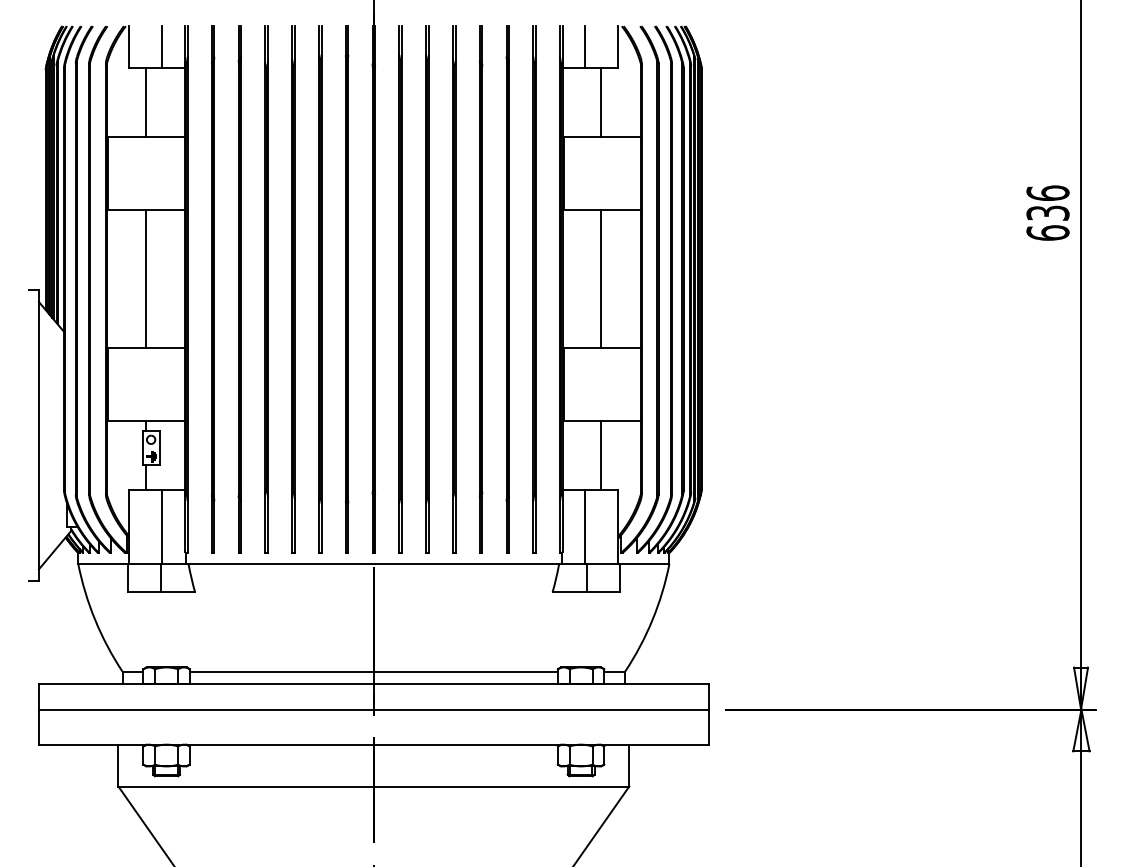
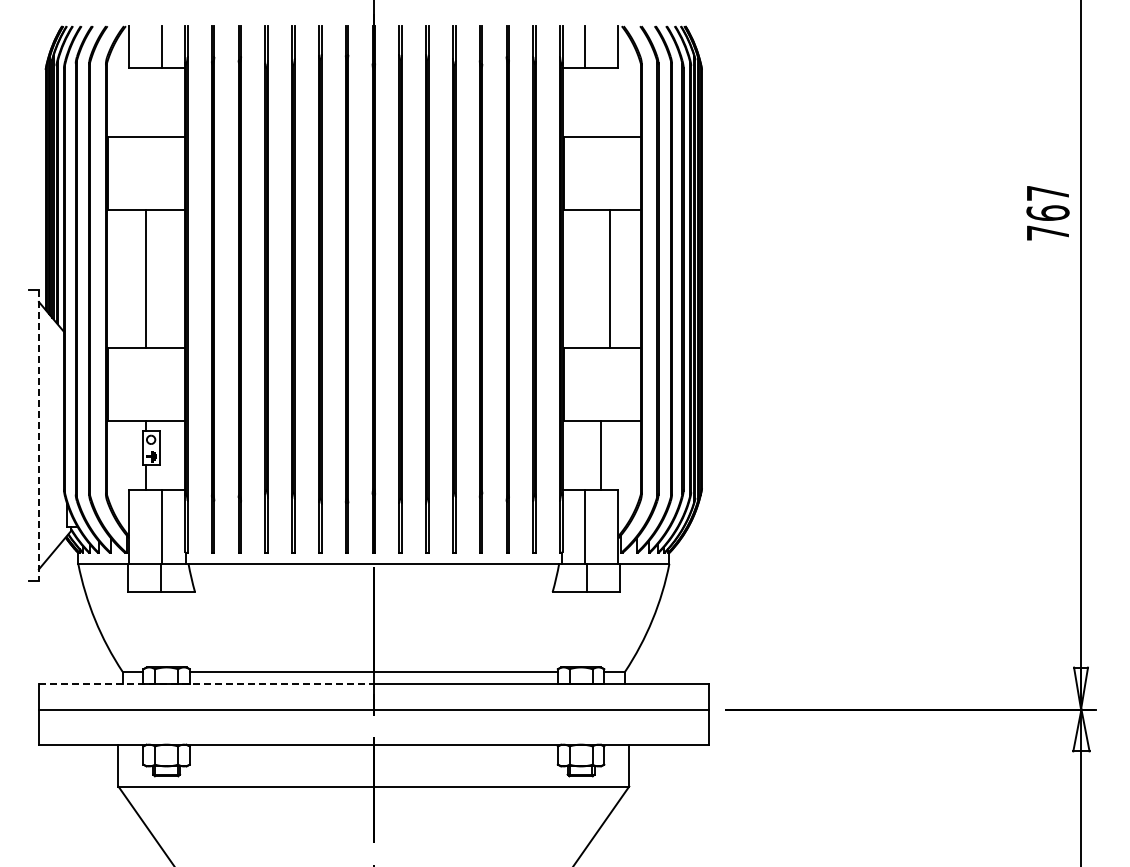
line at (146, 102): present -> none
line at (601, 102): present -> none
text at (1047, 212): 636 -> 767
line at (601, 278) position: (601, 278) -> (610, 278)
line at (38, 435): solid -> dashed
line at (206, 684): solid -> dashed
